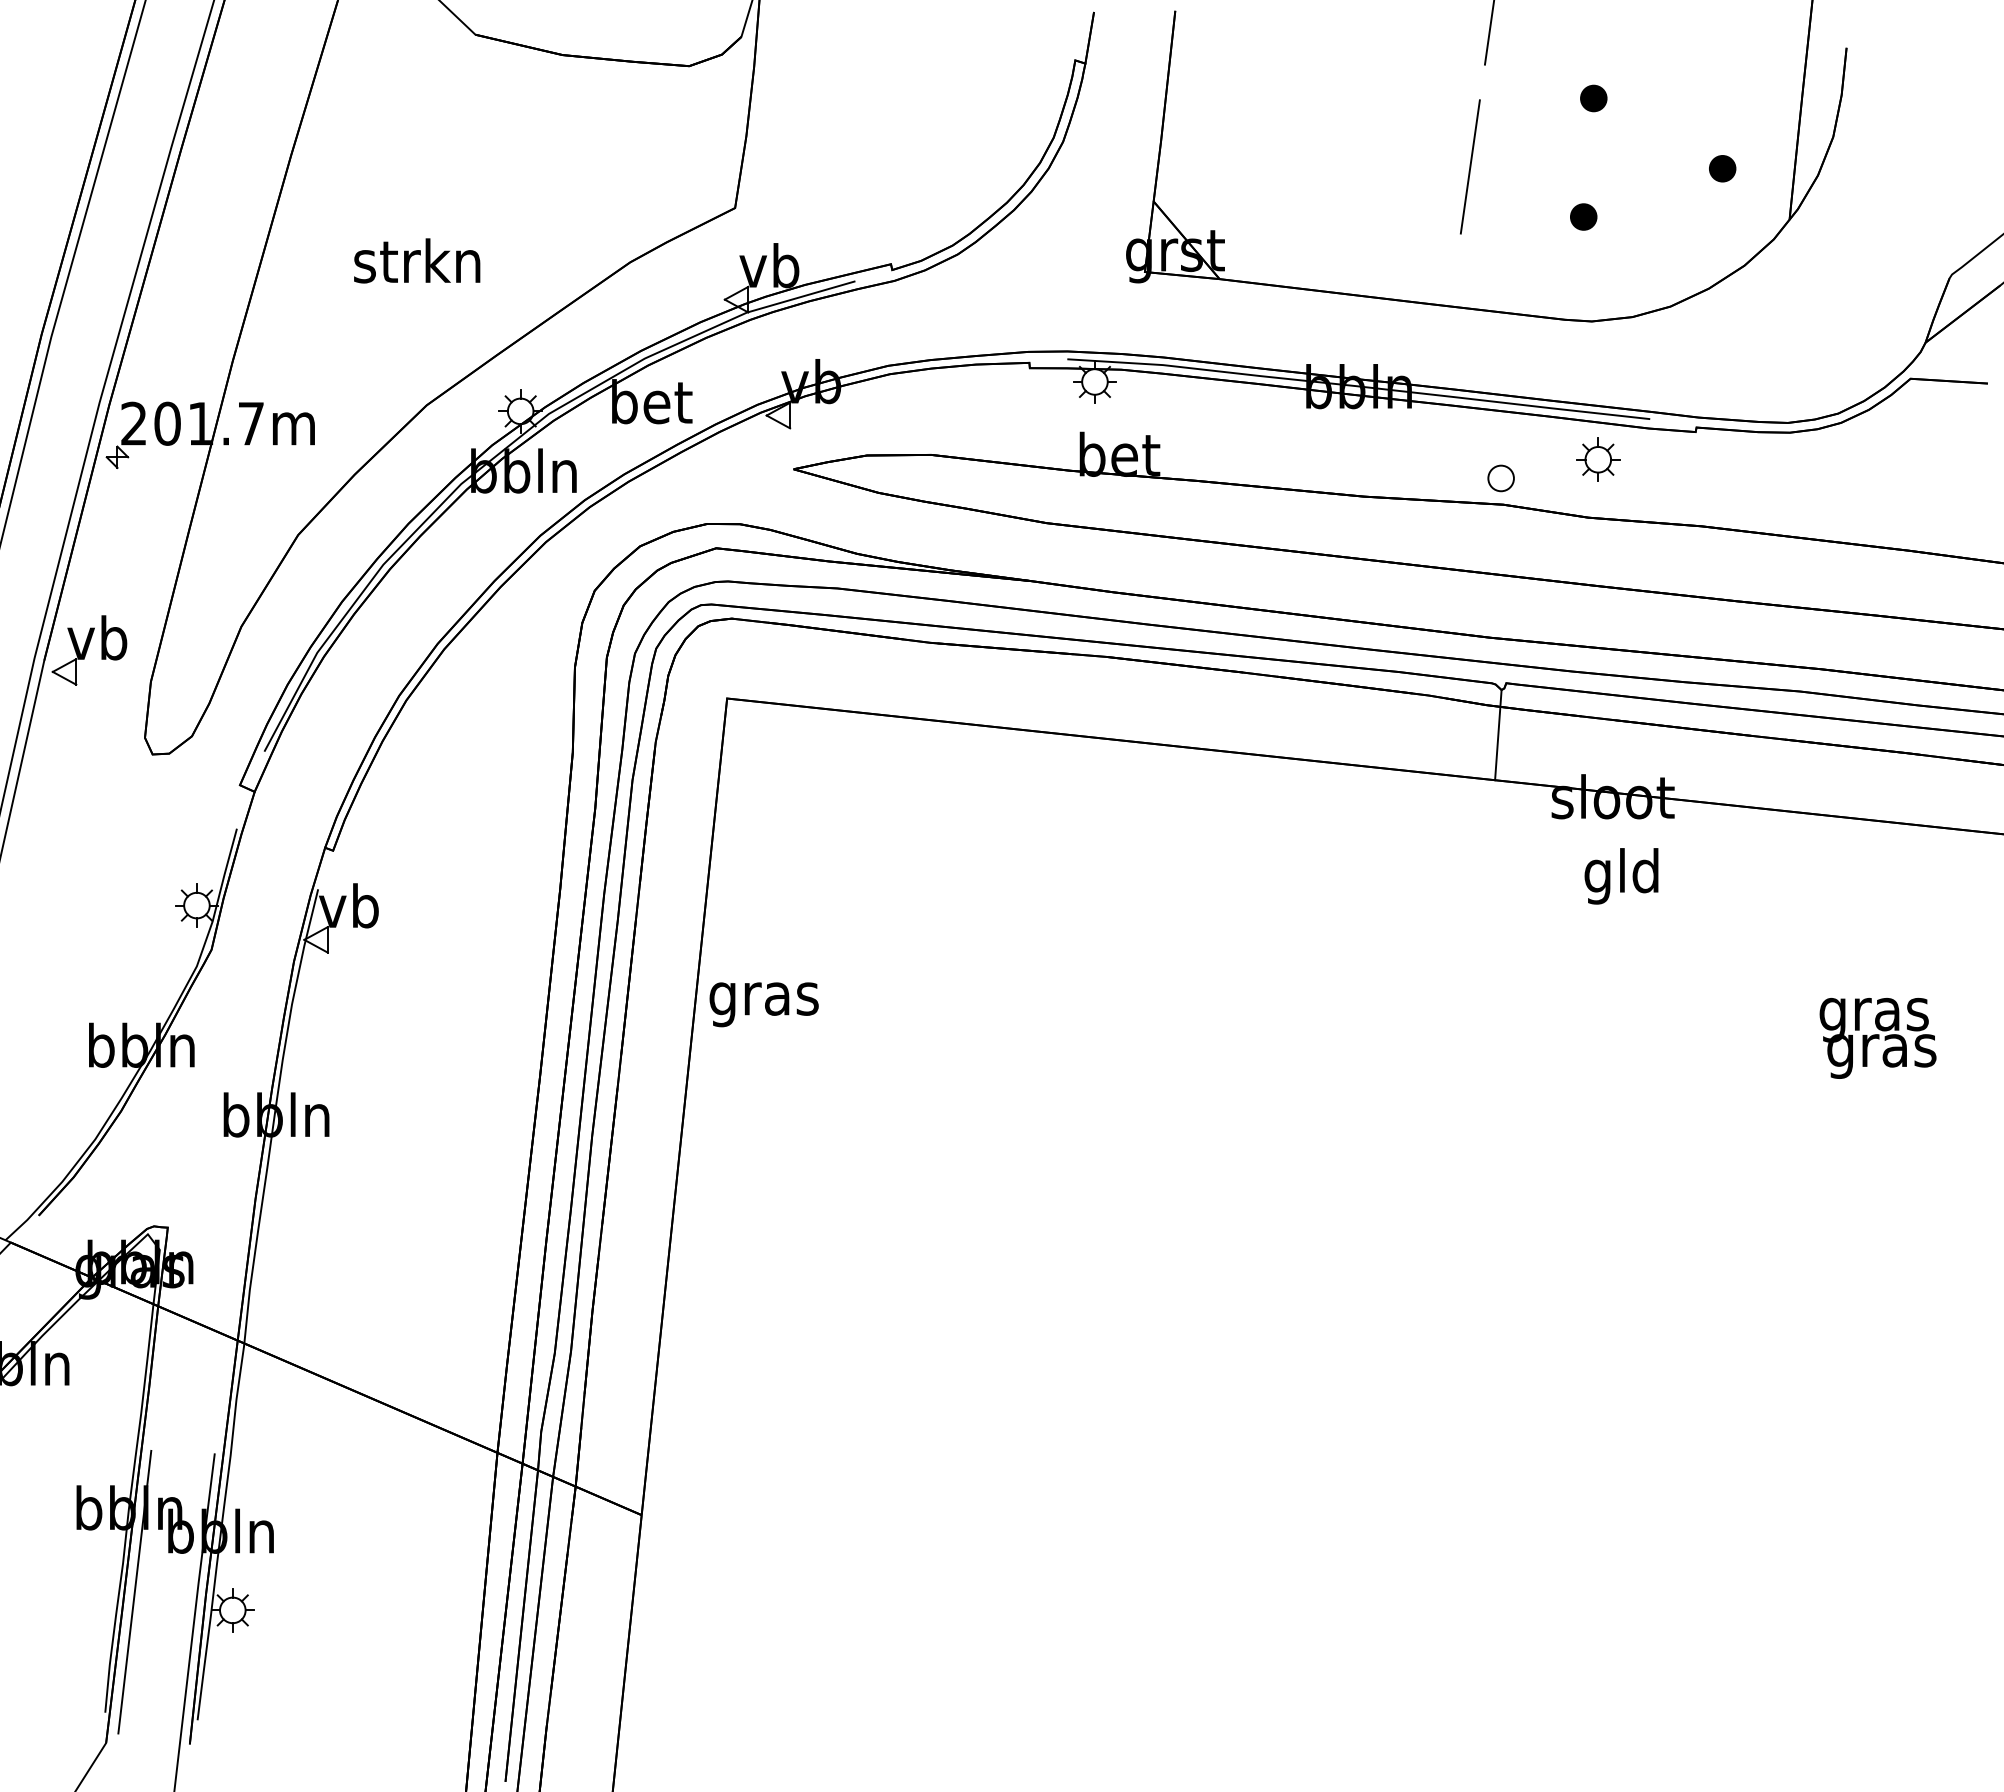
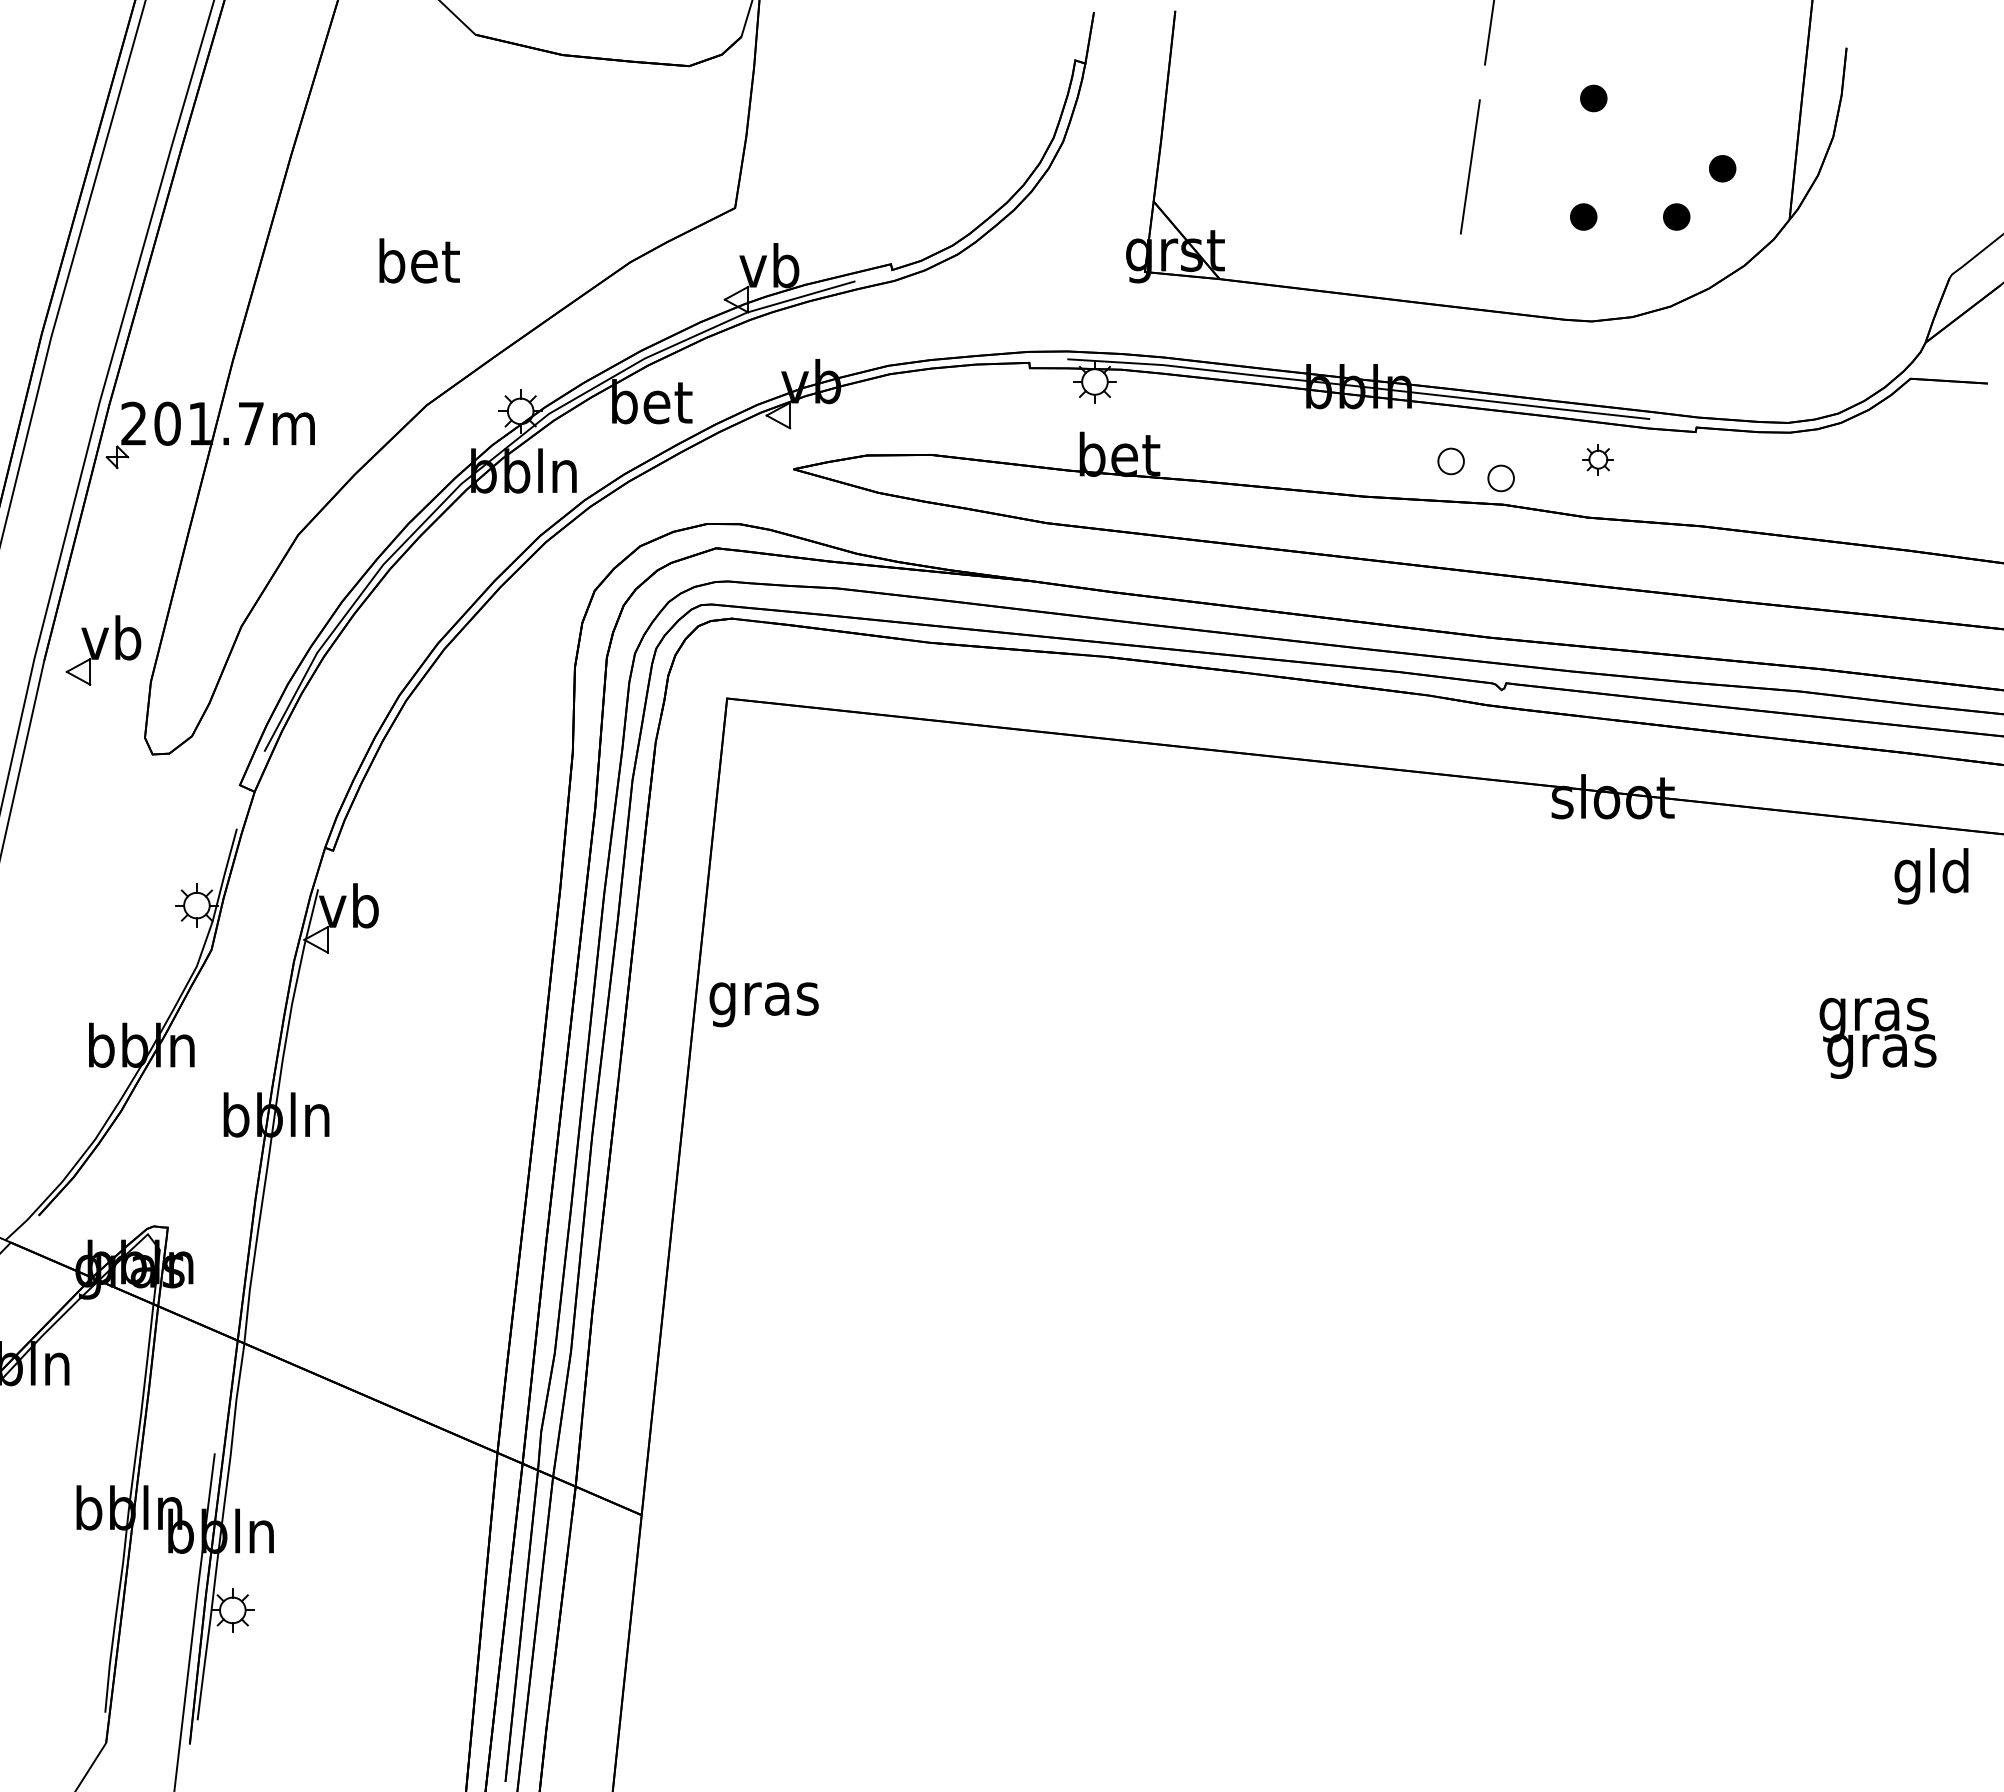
part at (1676, 216): none -> present
text at (417, 260): strkn -> bet
part at (1598, 459) size: 45x45 px -> 32x32 px
part at (1450, 461): none -> present
part at (89, 650) position: (89, 650) -> (103, 650)
line at (1498, 735): present -> none
text at (1621, 876) position: (1621, 876) -> (1931, 876)
line at (134, 1591): present -> none
